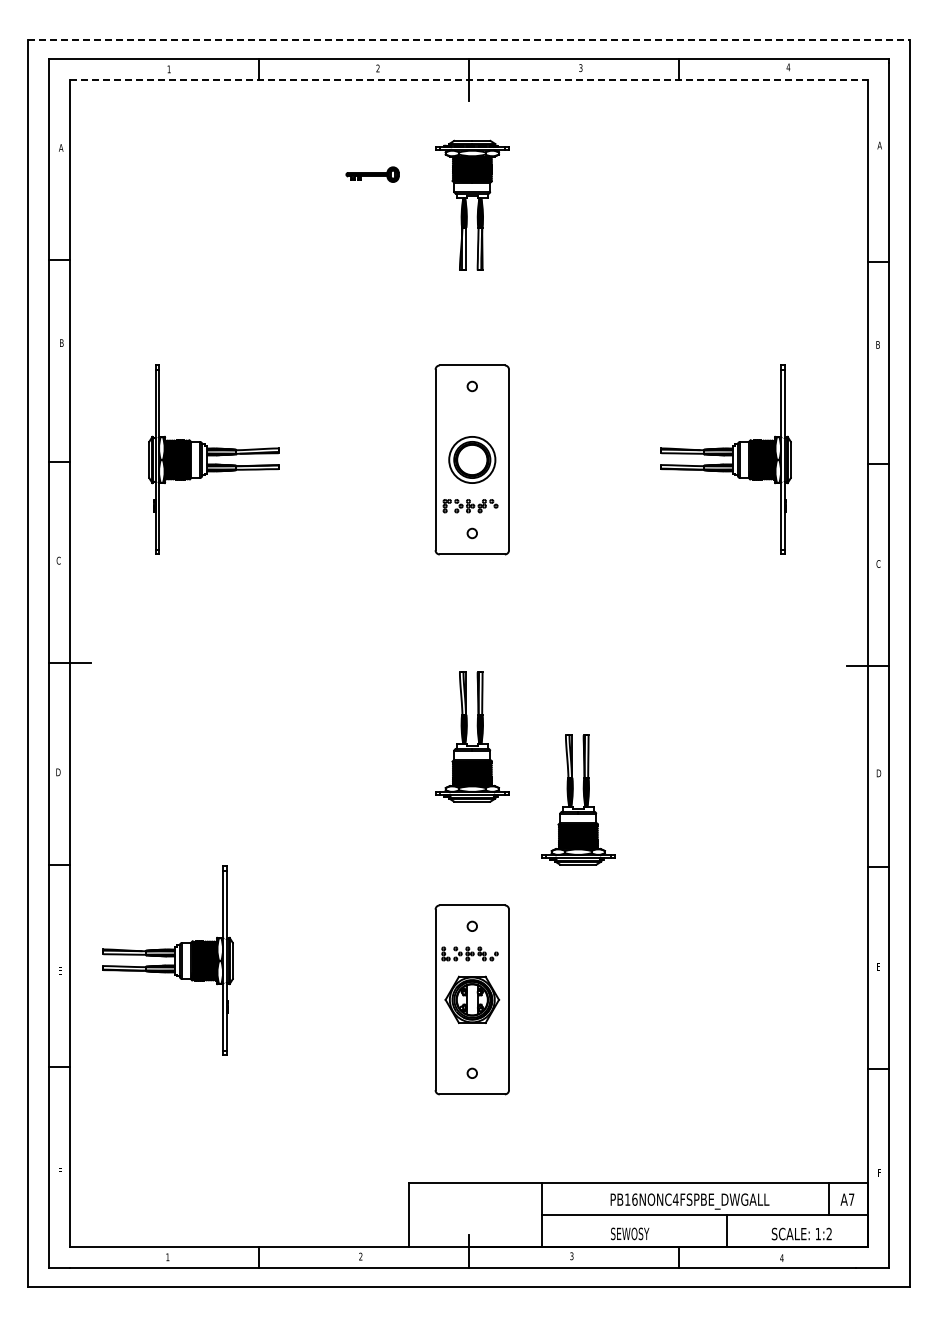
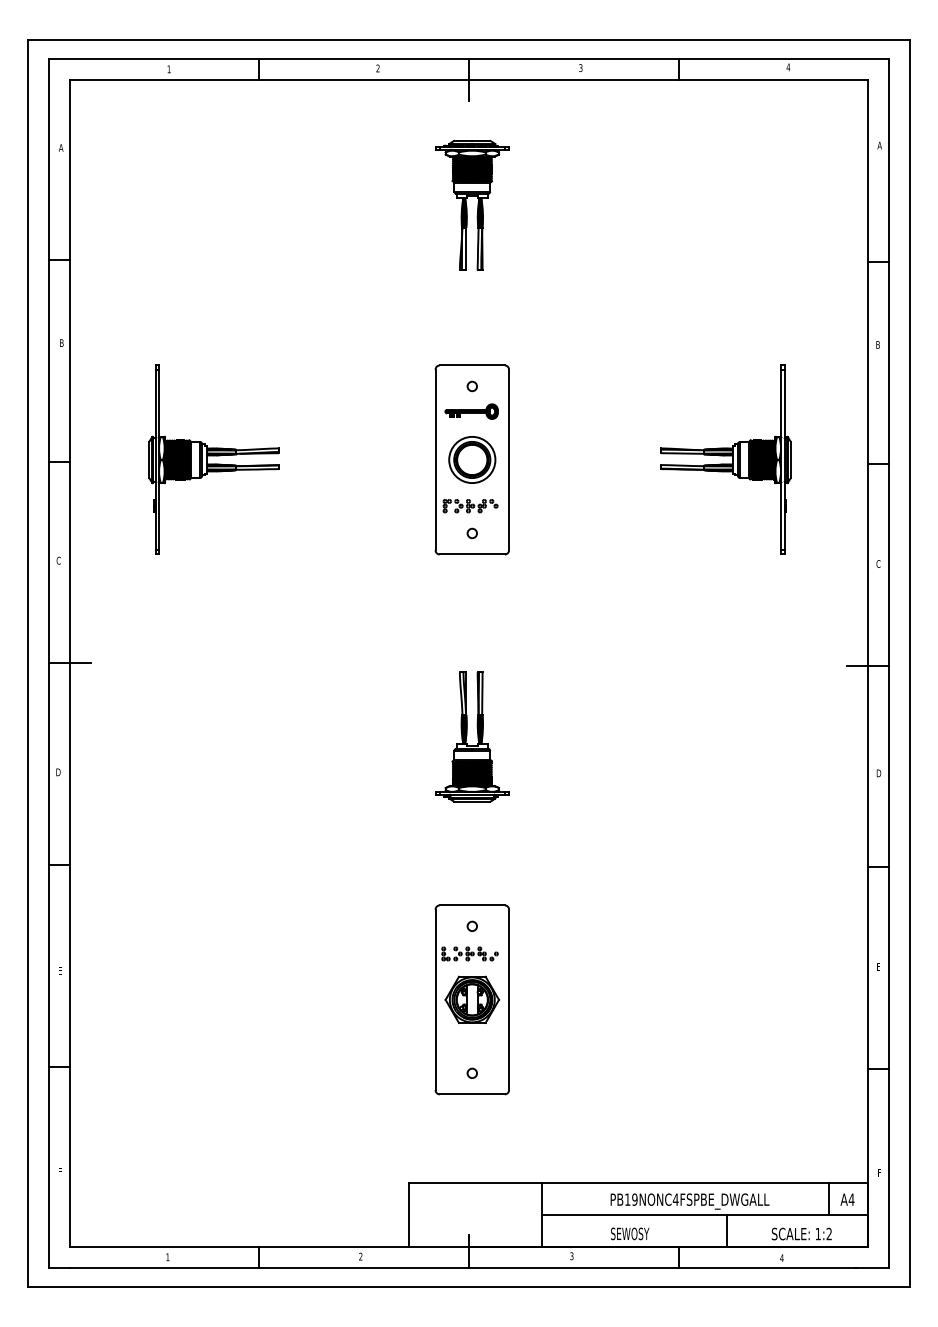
line at (469, 39): dashed -> solid
line at (469, 79): dashed -> solid
part at (372, 174) position: (372, 174) -> (471, 411)
part at (578, 799): present -> none
part at (167, 960): present -> none
text at (634, 1199): PB16NONC4FSPBE_DWGALL -> PB19NONC4FSPBE_DWGALL
text at (851, 1199): A7 -> A4
